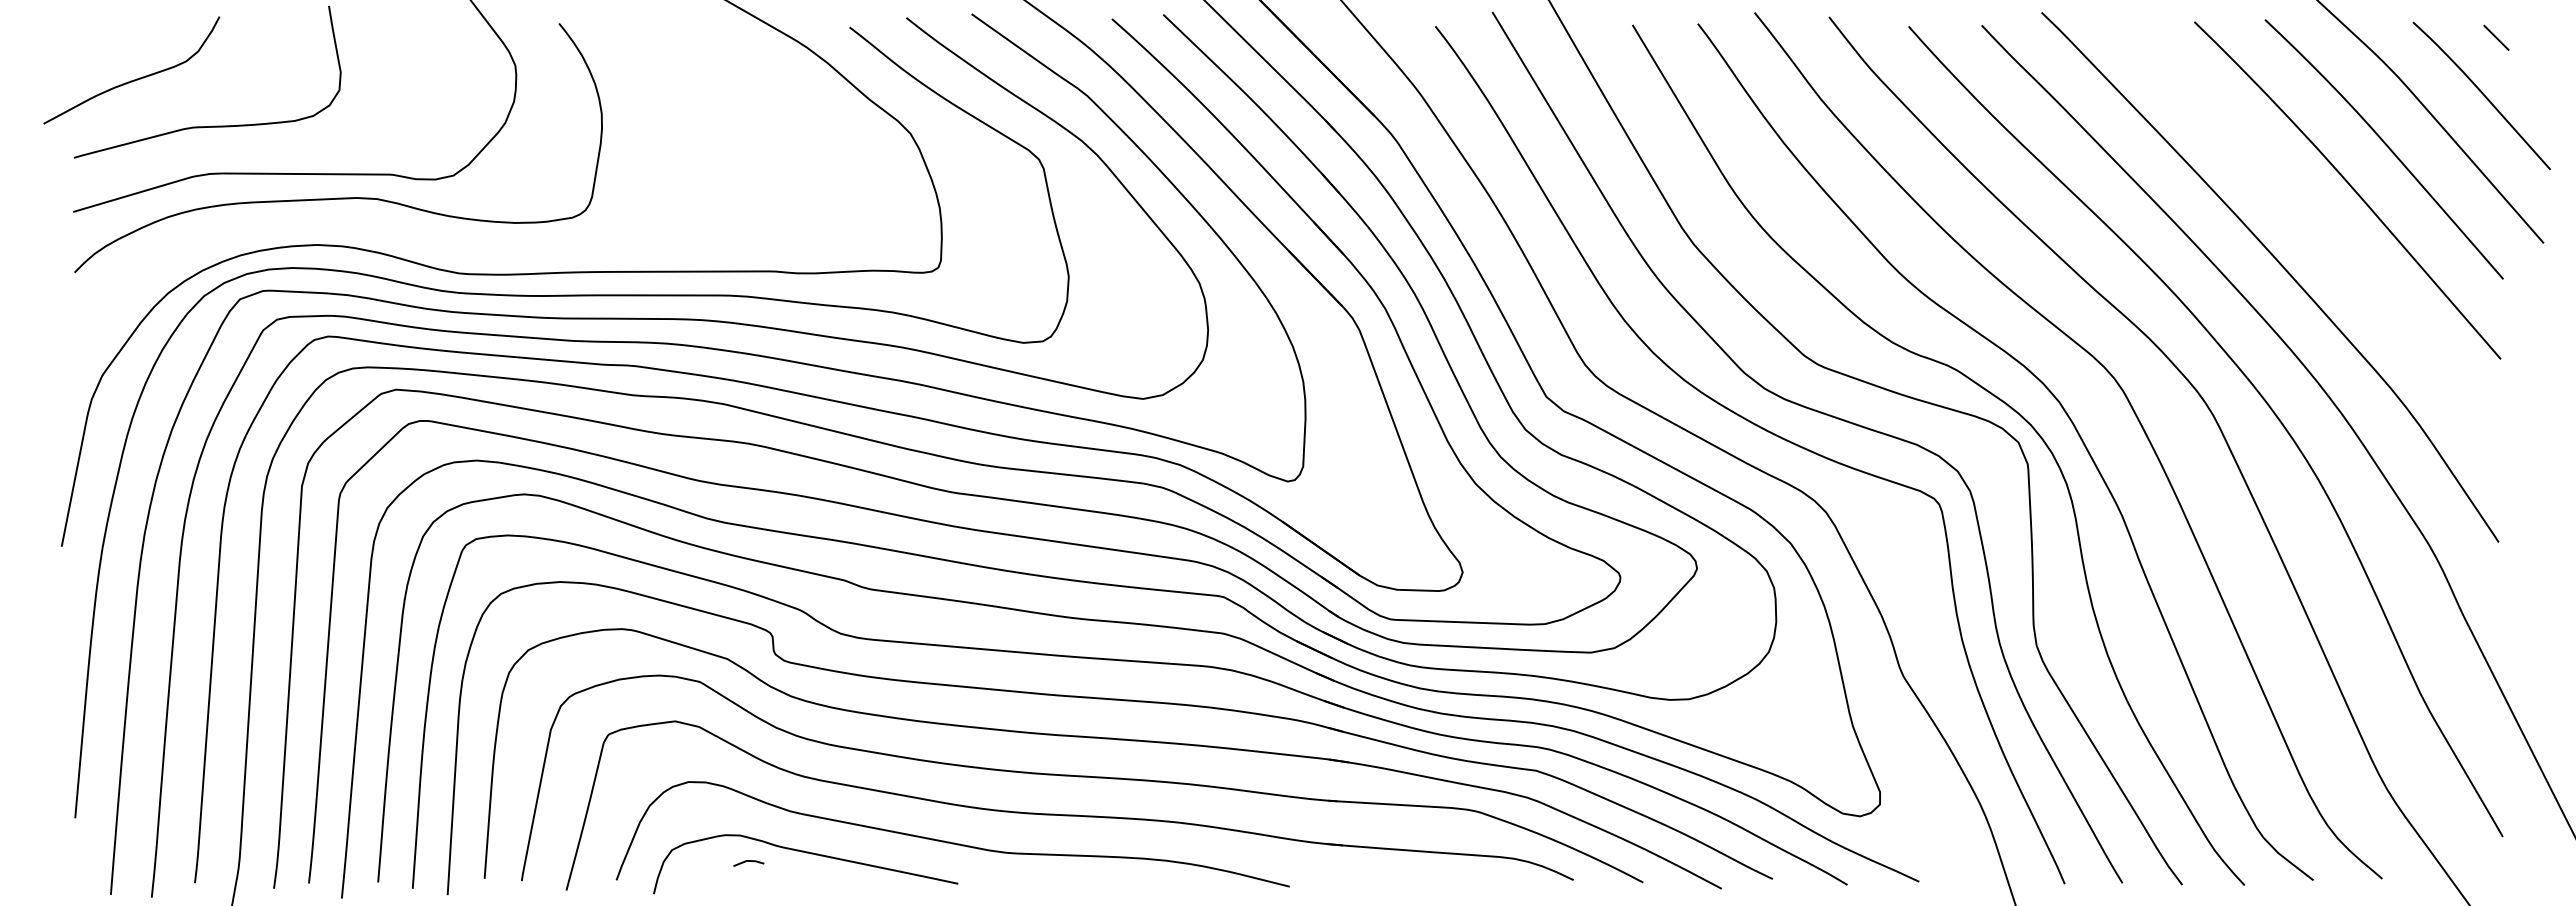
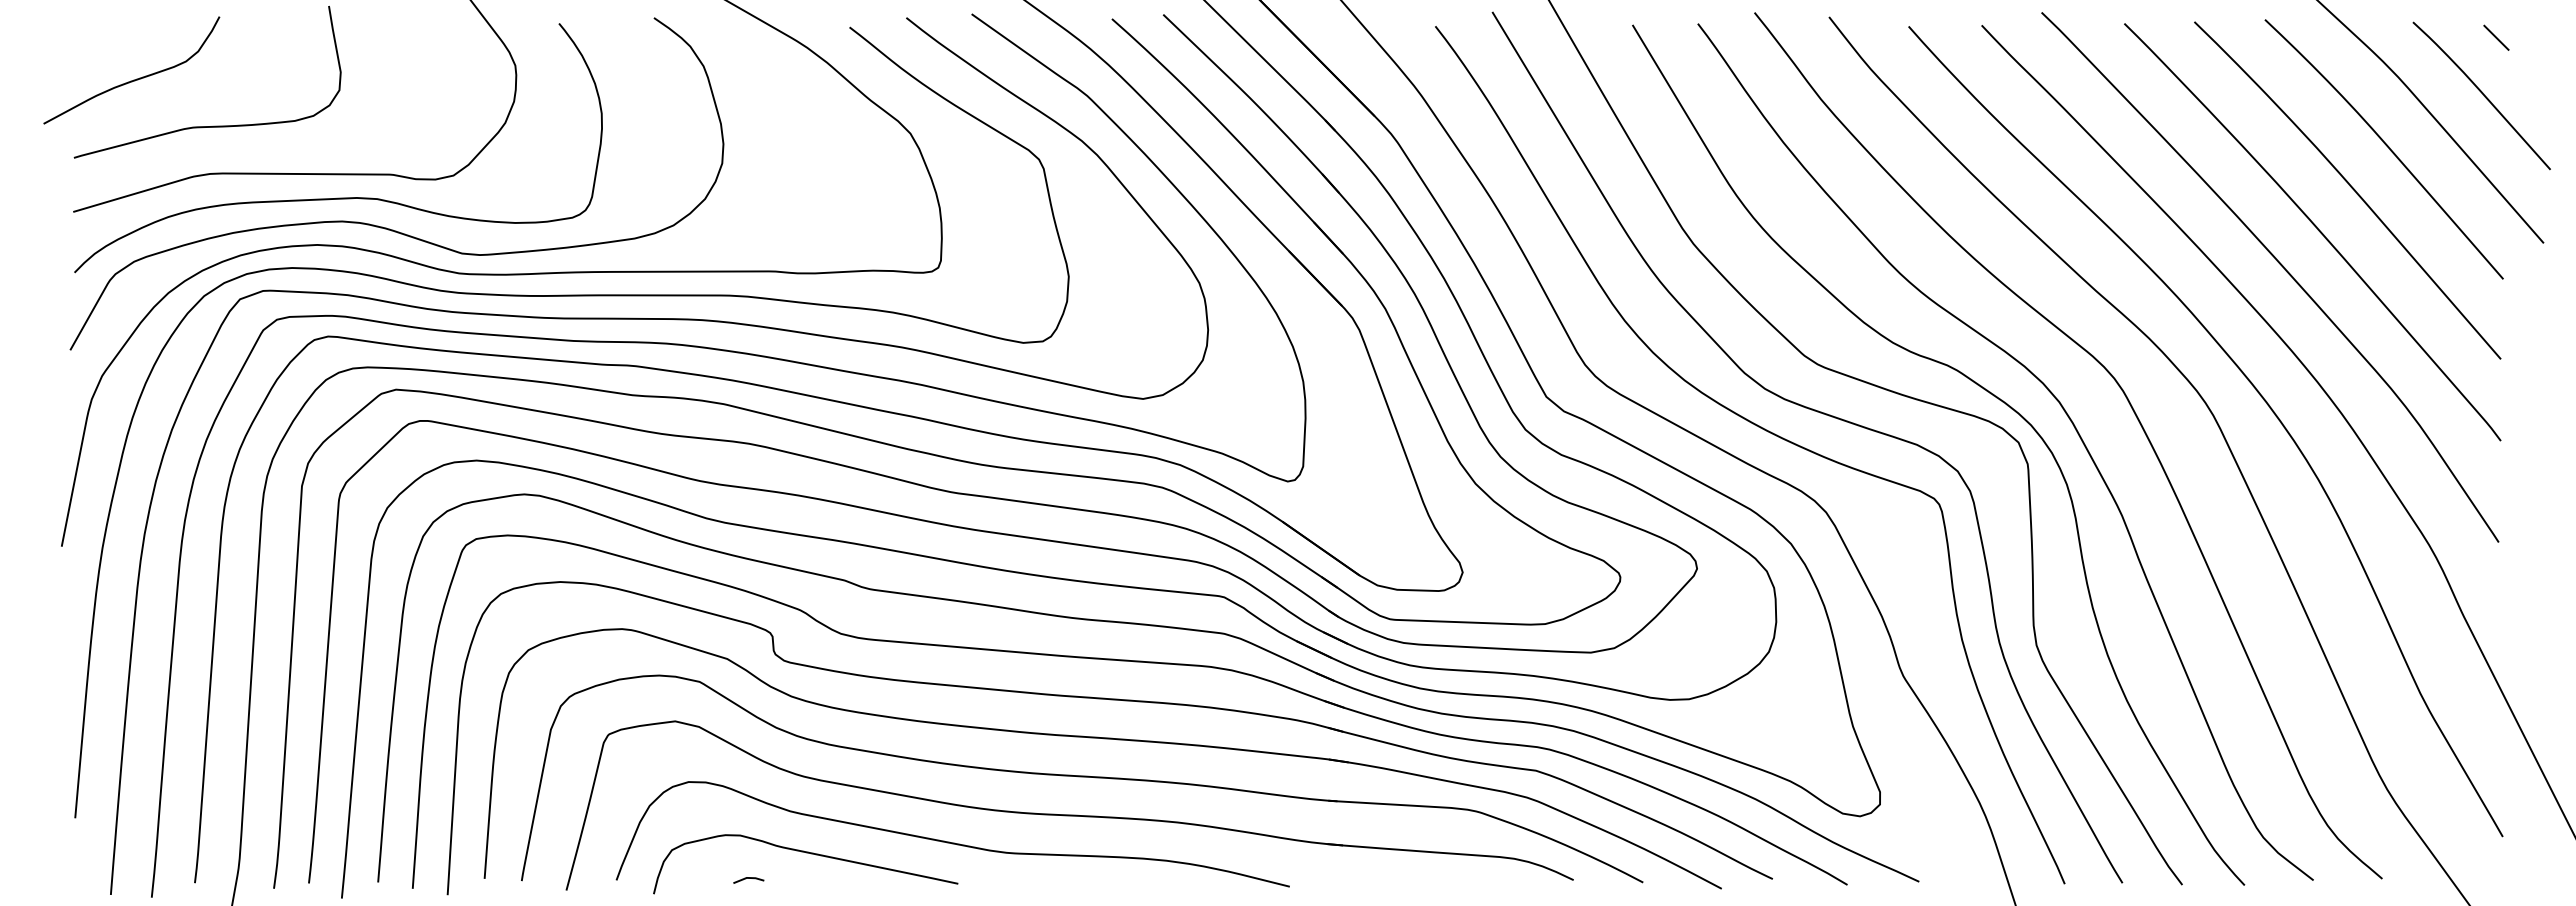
curve at (386, 227): none -> present
curve at (2316, 228): none -> present
line at (748, 861) position: (748, 861) -> (748, 878)
